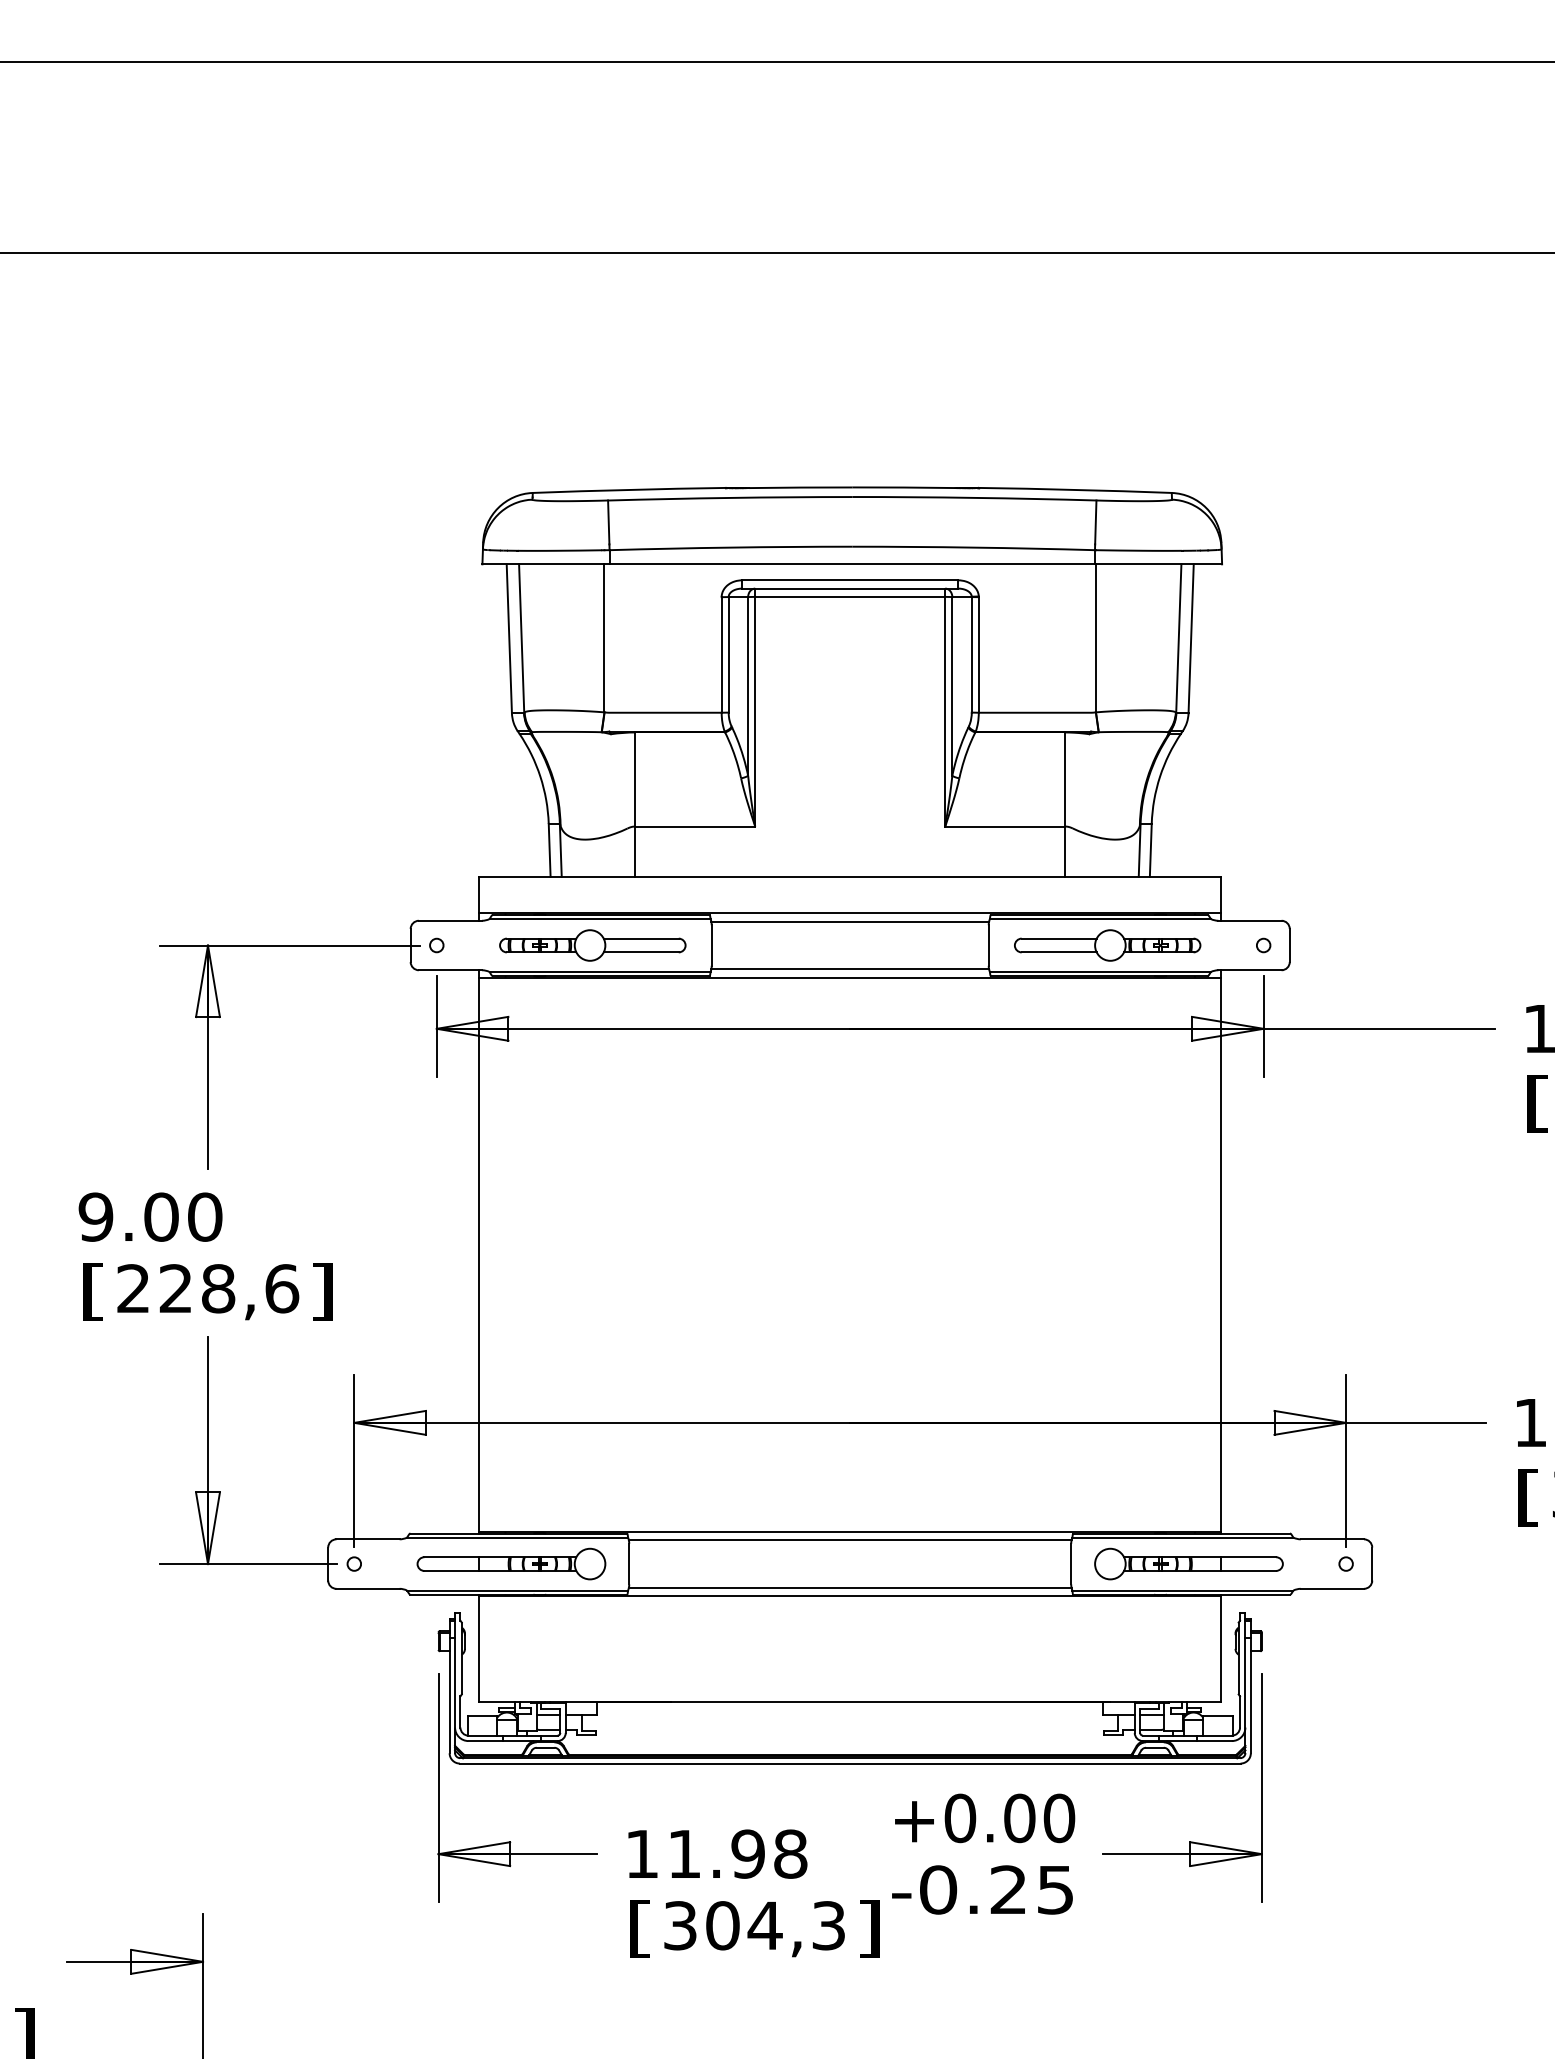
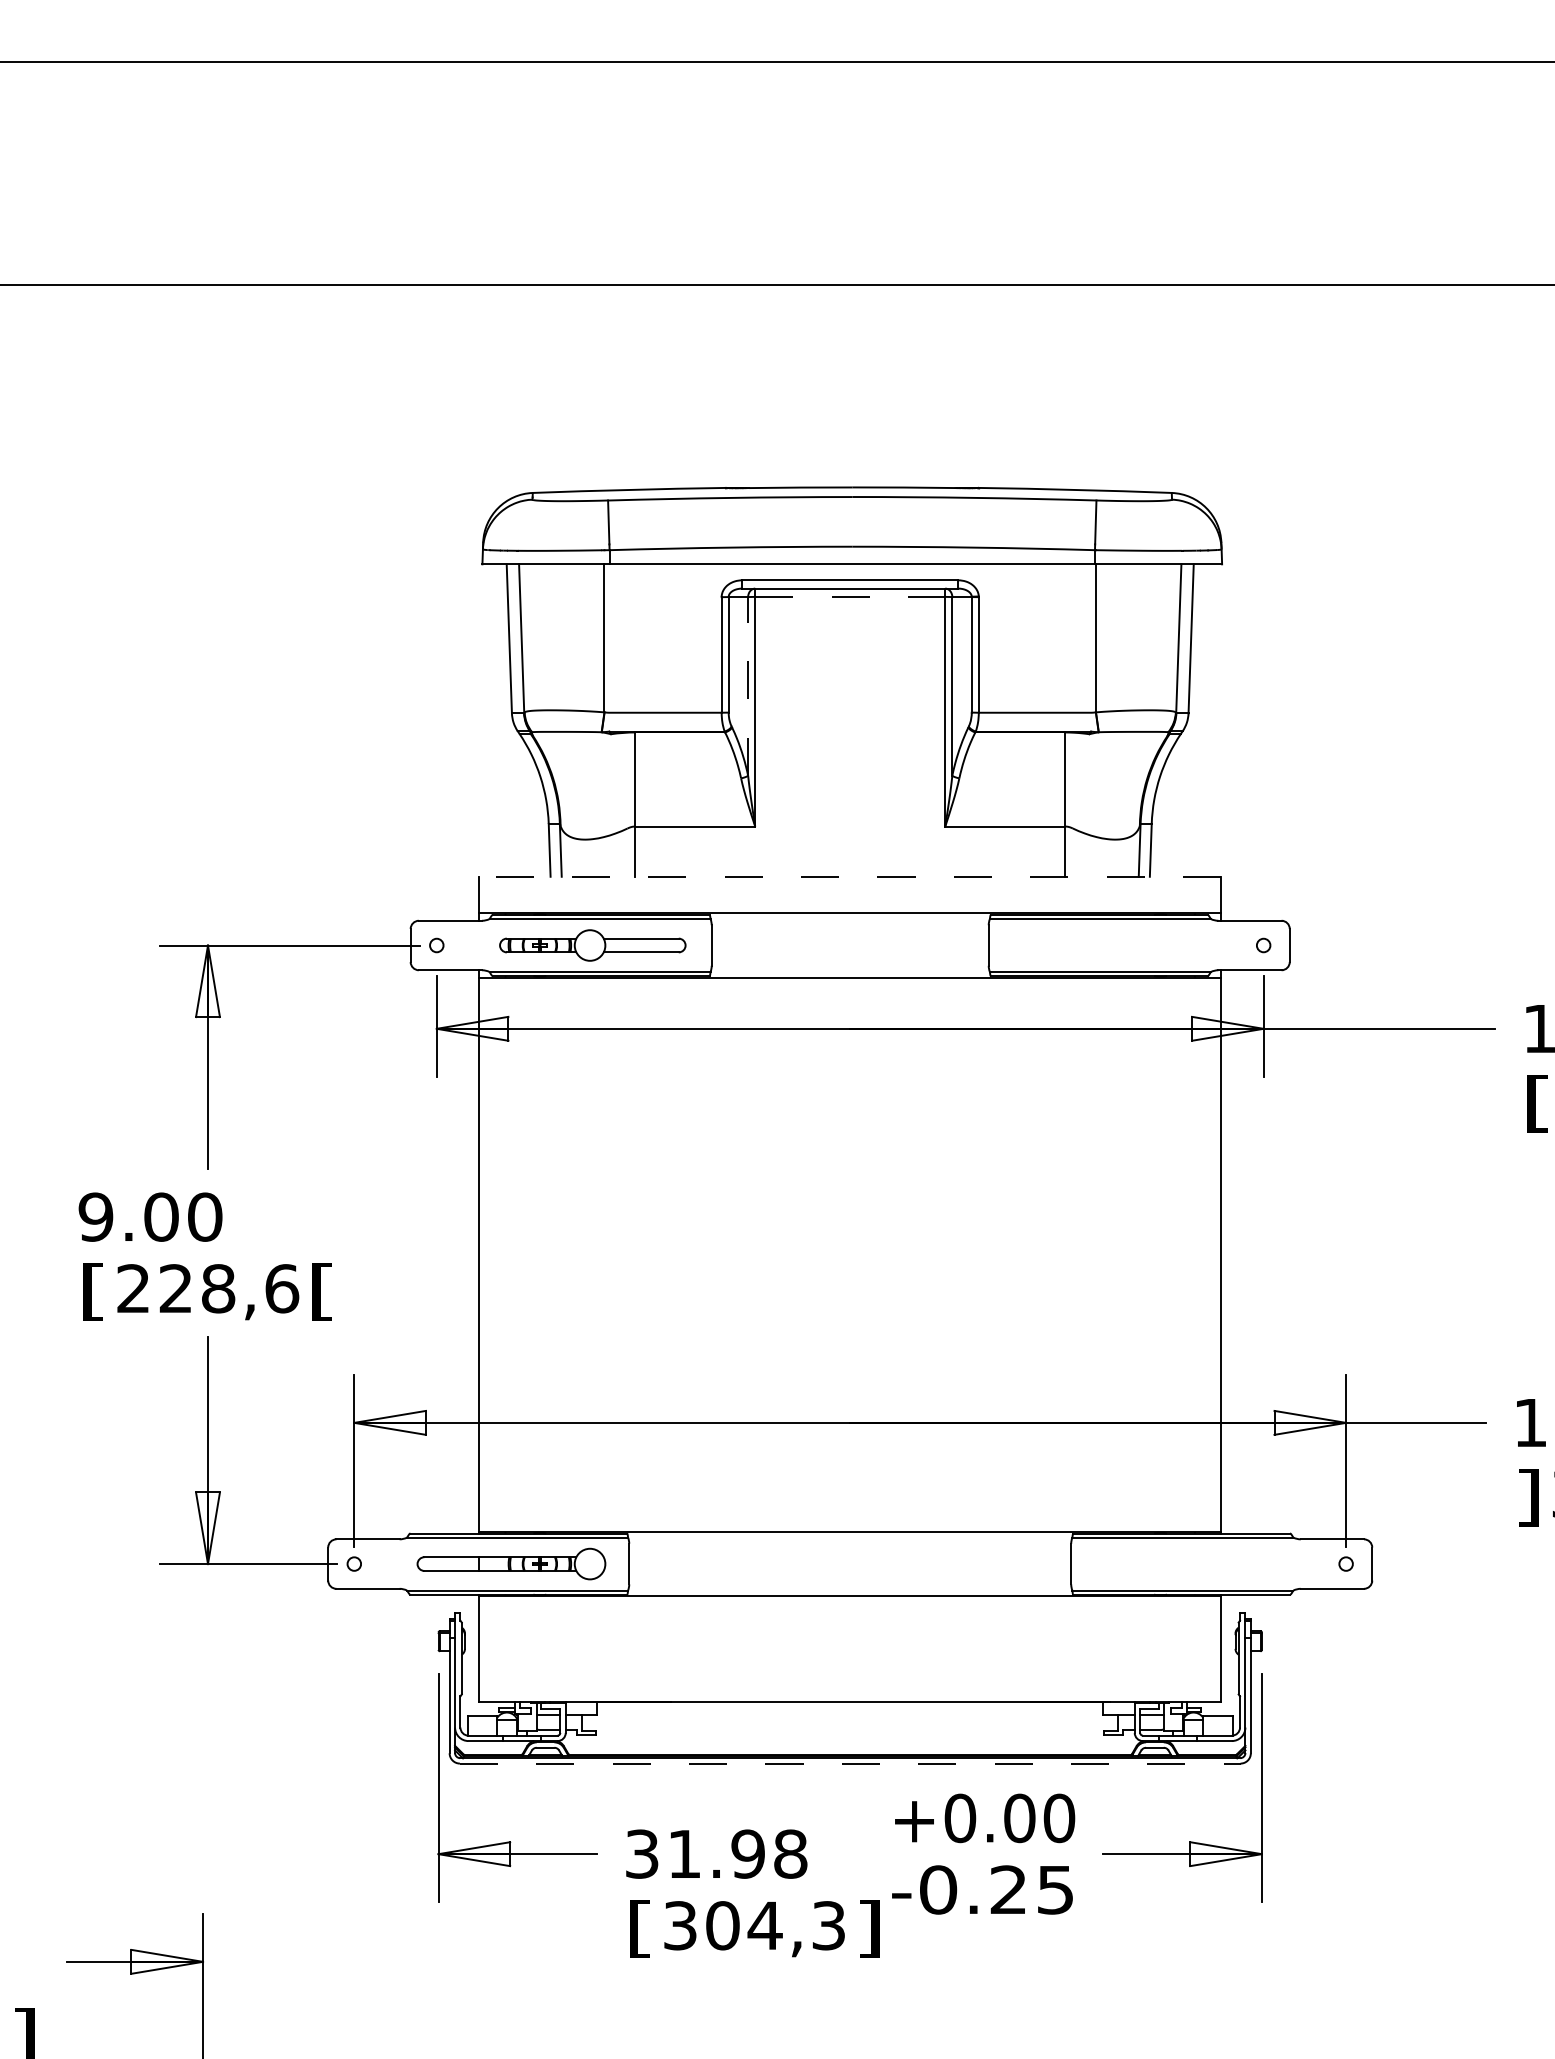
line at (776, 252) position: (776, 252) -> (776, 284)
line at (850, 596): solid -> dashed
line at (748, 685): solid -> dashed
line at (850, 876): solid -> dashed
line at (850, 921): present -> none
part at (1107, 945): present -> none
line at (850, 969): present -> none
text at (322, 1291): ] -> [
text at (1528, 1497): [ -> ]
line at (849, 1540): present -> none
part at (1188, 1563): present -> none
line at (849, 1587): present -> none
line at (850, 1763): solid -> dashed
text at (642, 1853): 11.98 -> 31.98
